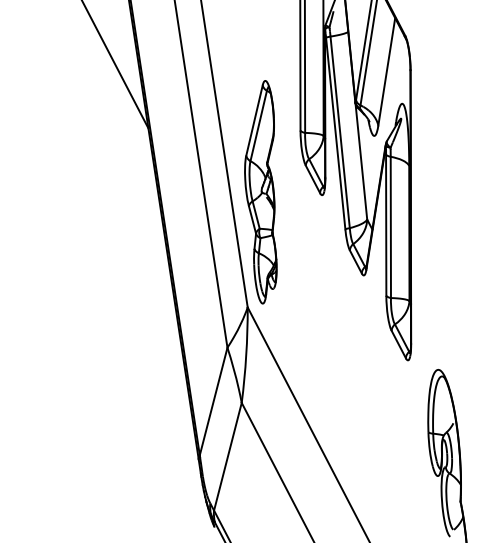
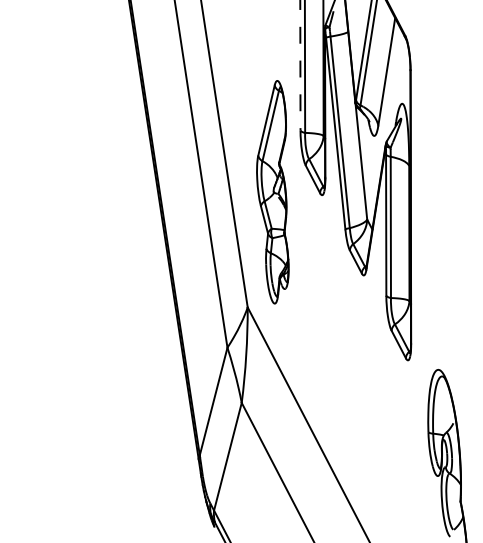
line at (115, 65): present -> none
line at (300, 65): solid -> dashed
part at (260, 192) position: (260, 192) -> (272, 192)
